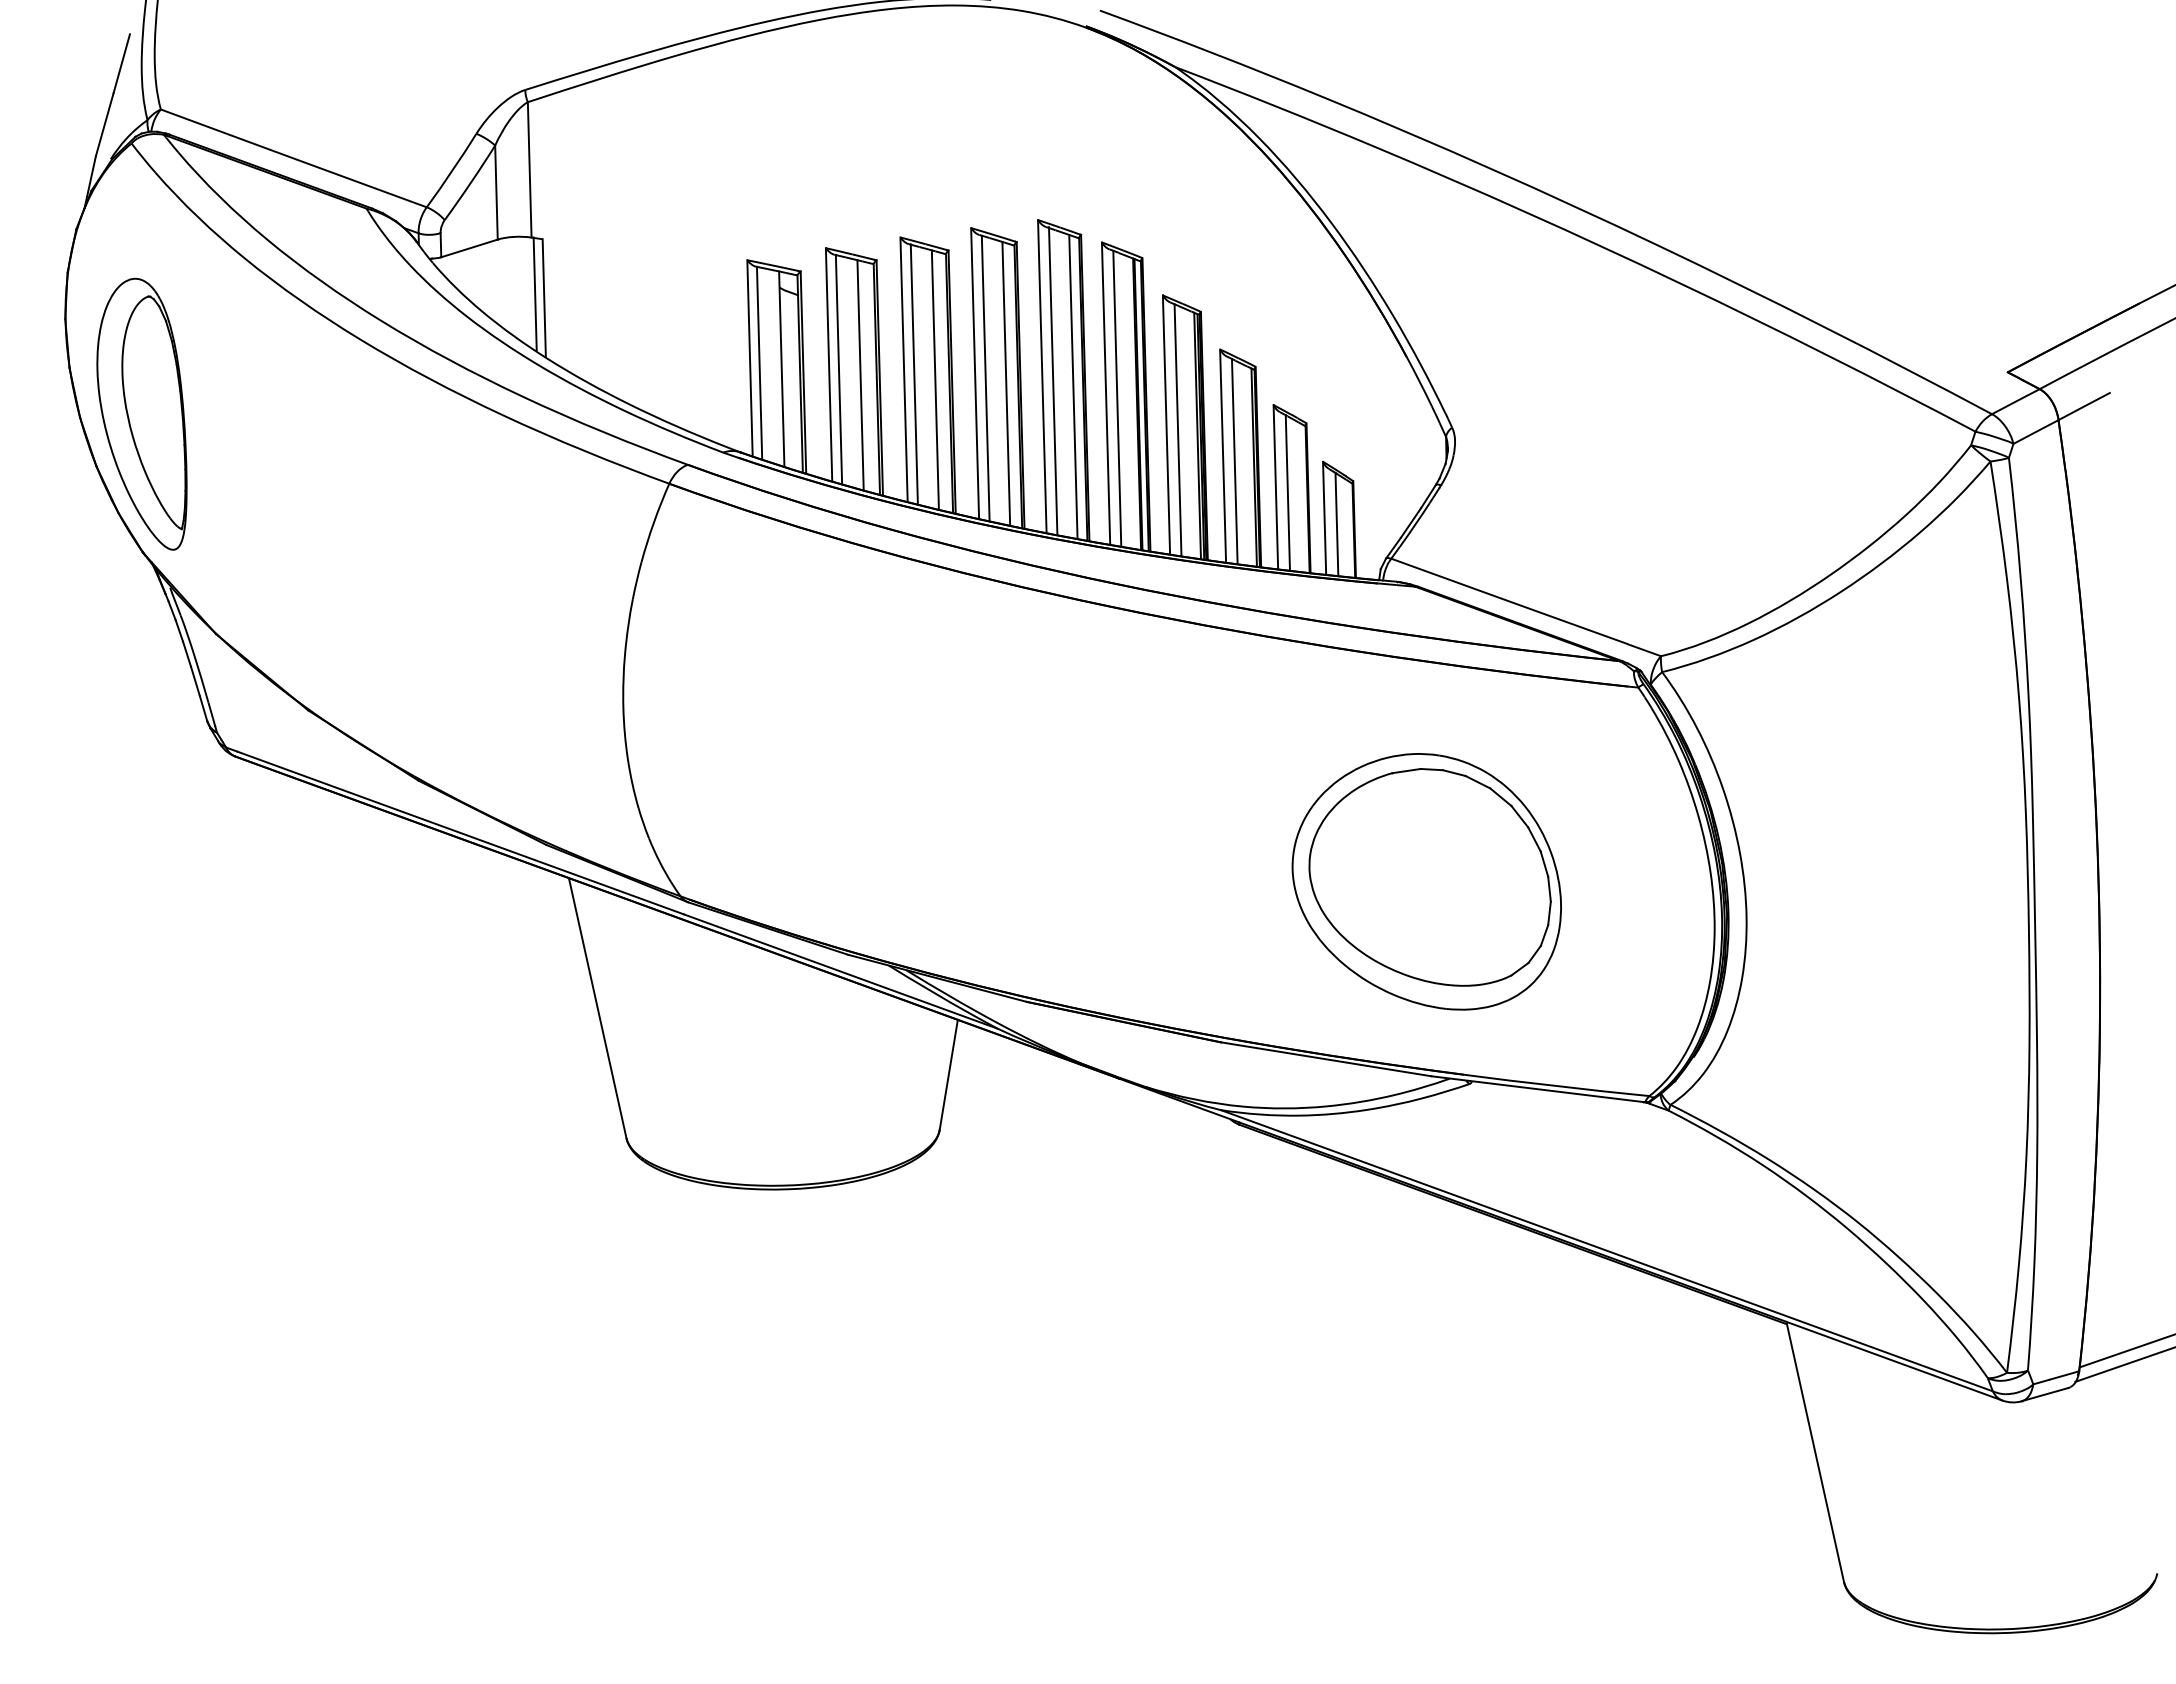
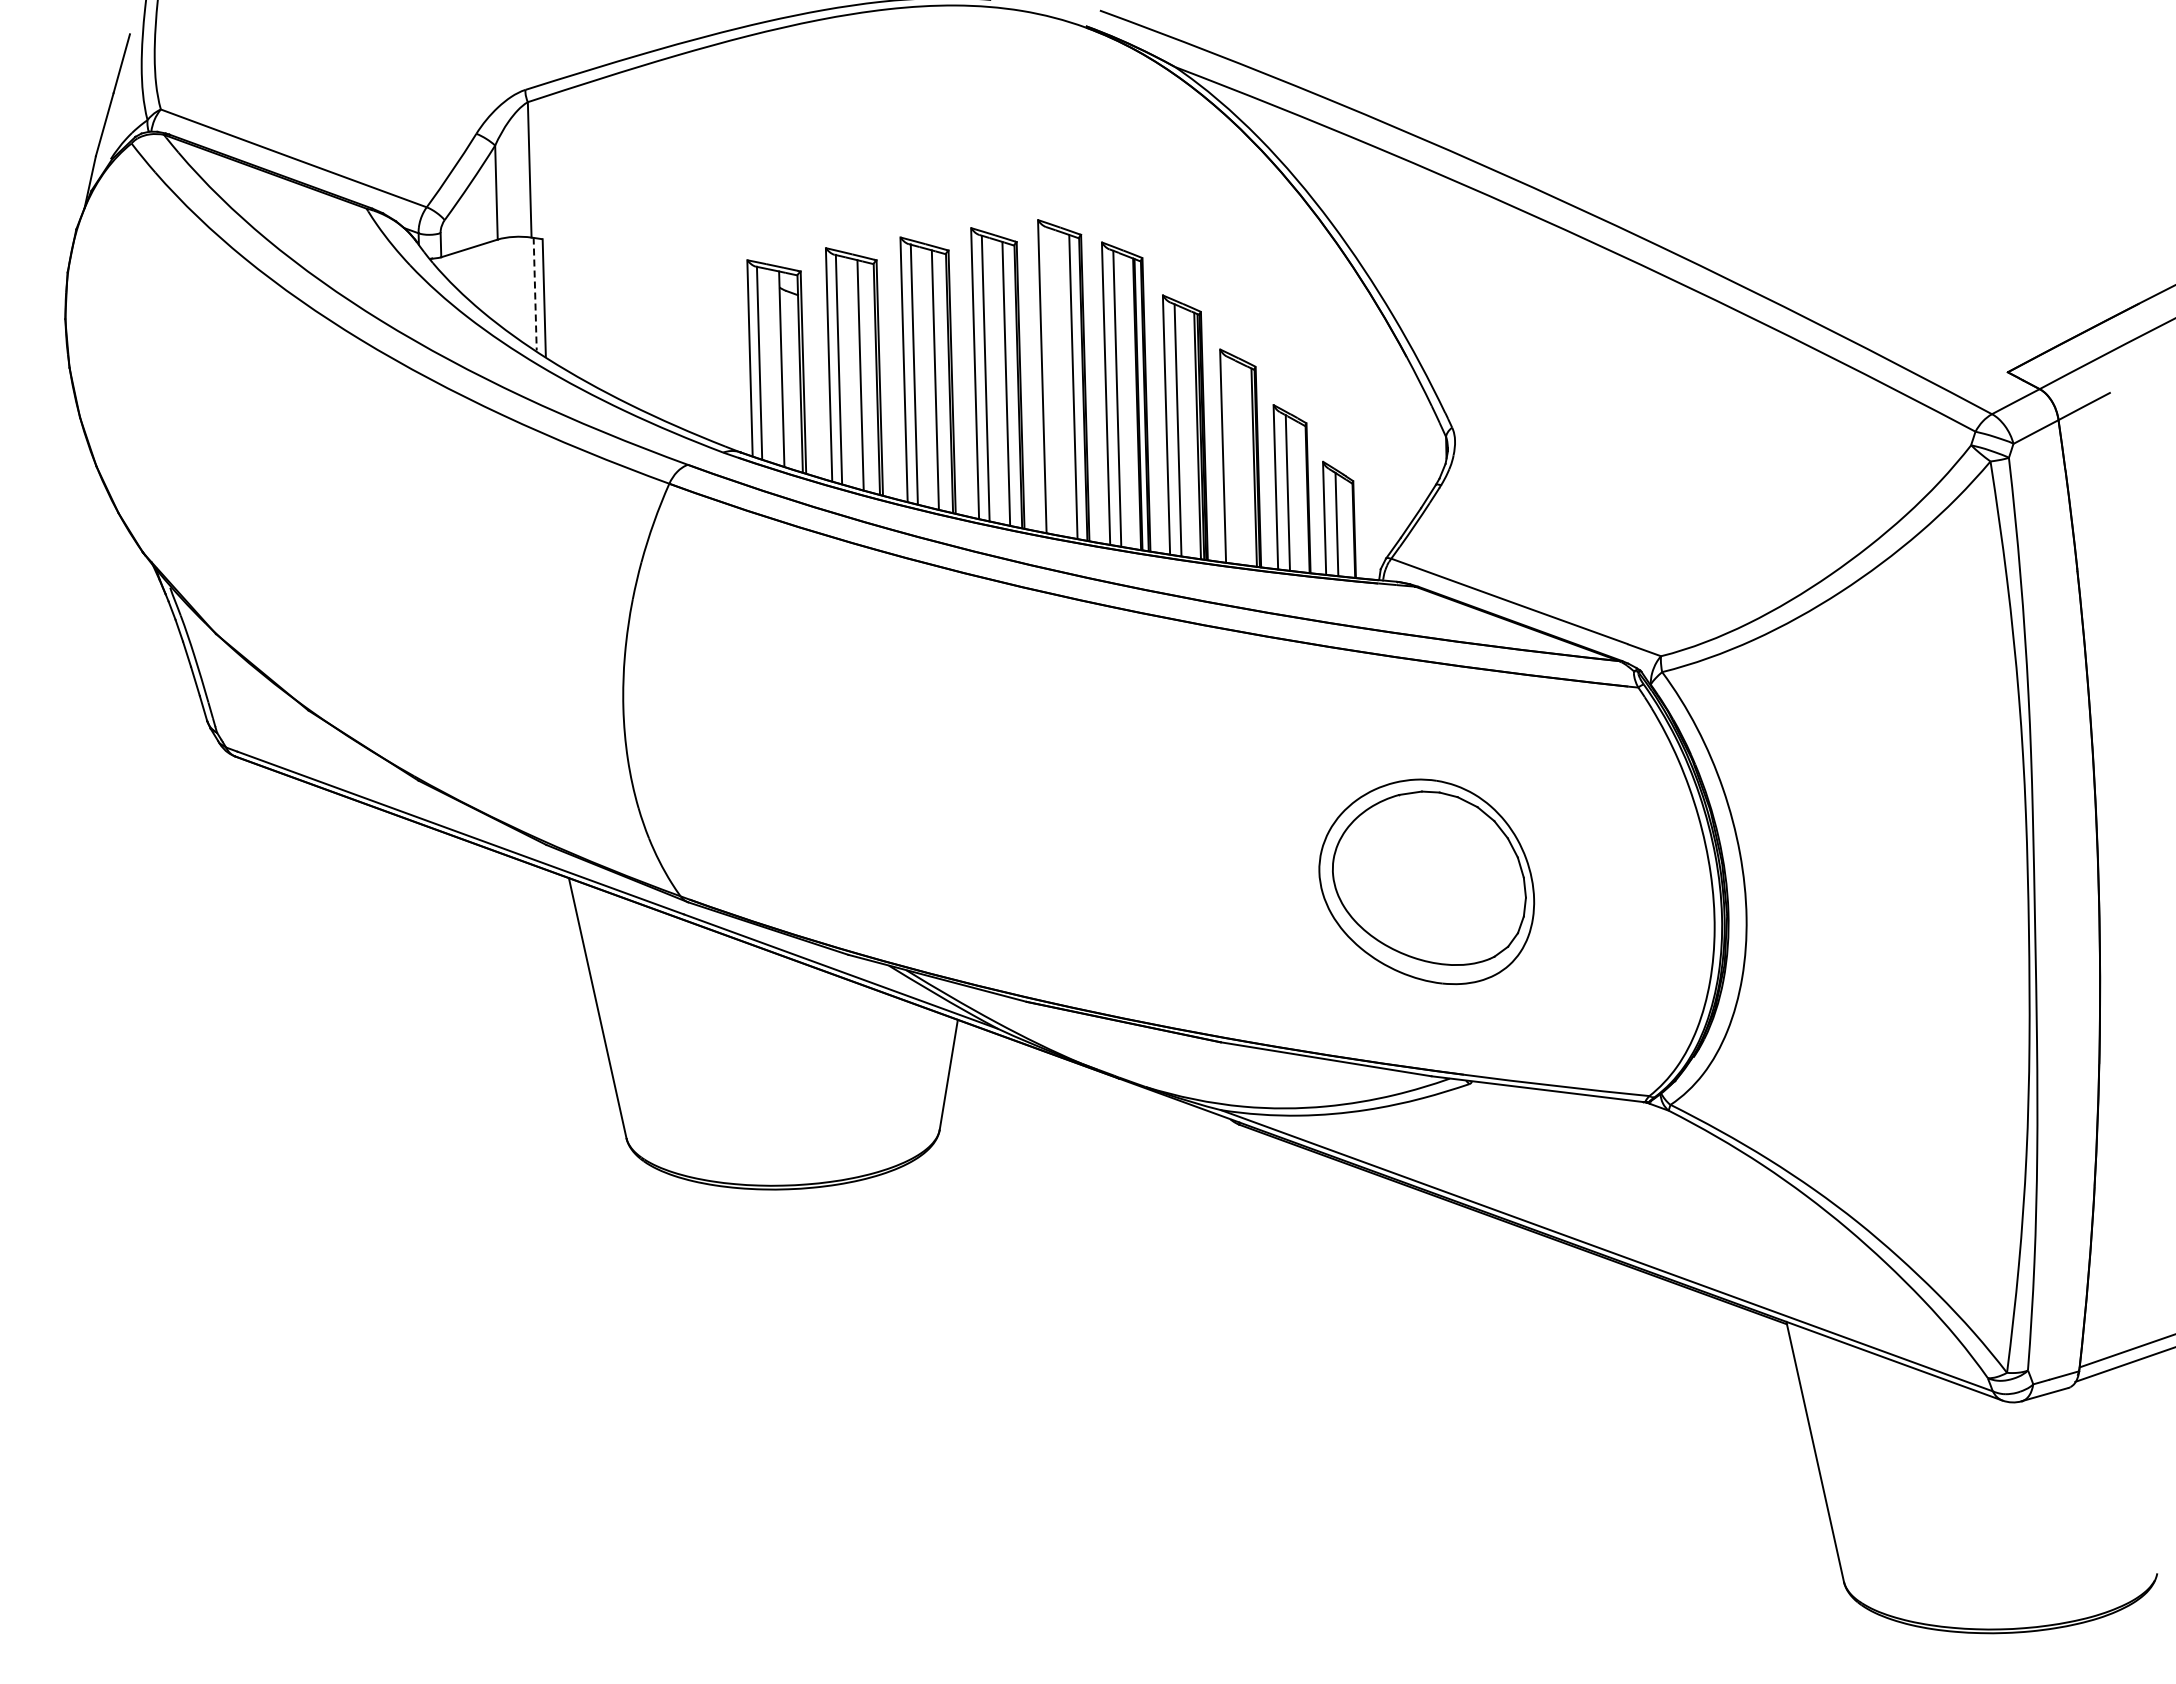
line at (535, 294): solid -> dashed
line at (1053, 380): present -> none
part at (141, 413): present -> none
line at (1234, 461): present -> none
part at (1426, 881) size: 271x258 px -> 218x208 px
